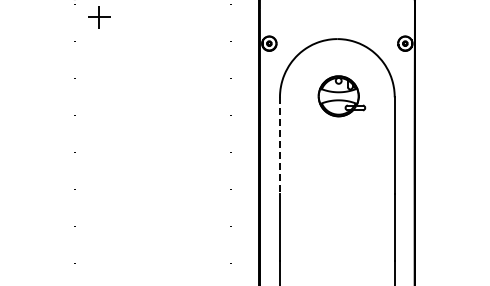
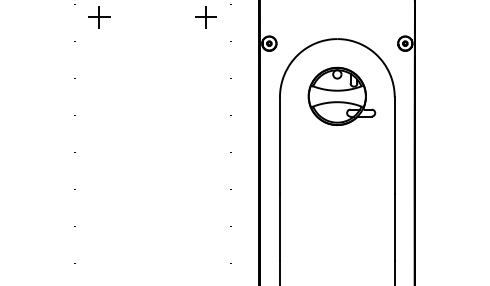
part at (205, 17): none -> present
part at (341, 96) size: 50x43 px -> 70x60 px
line at (279, 146): dashed -> solid
